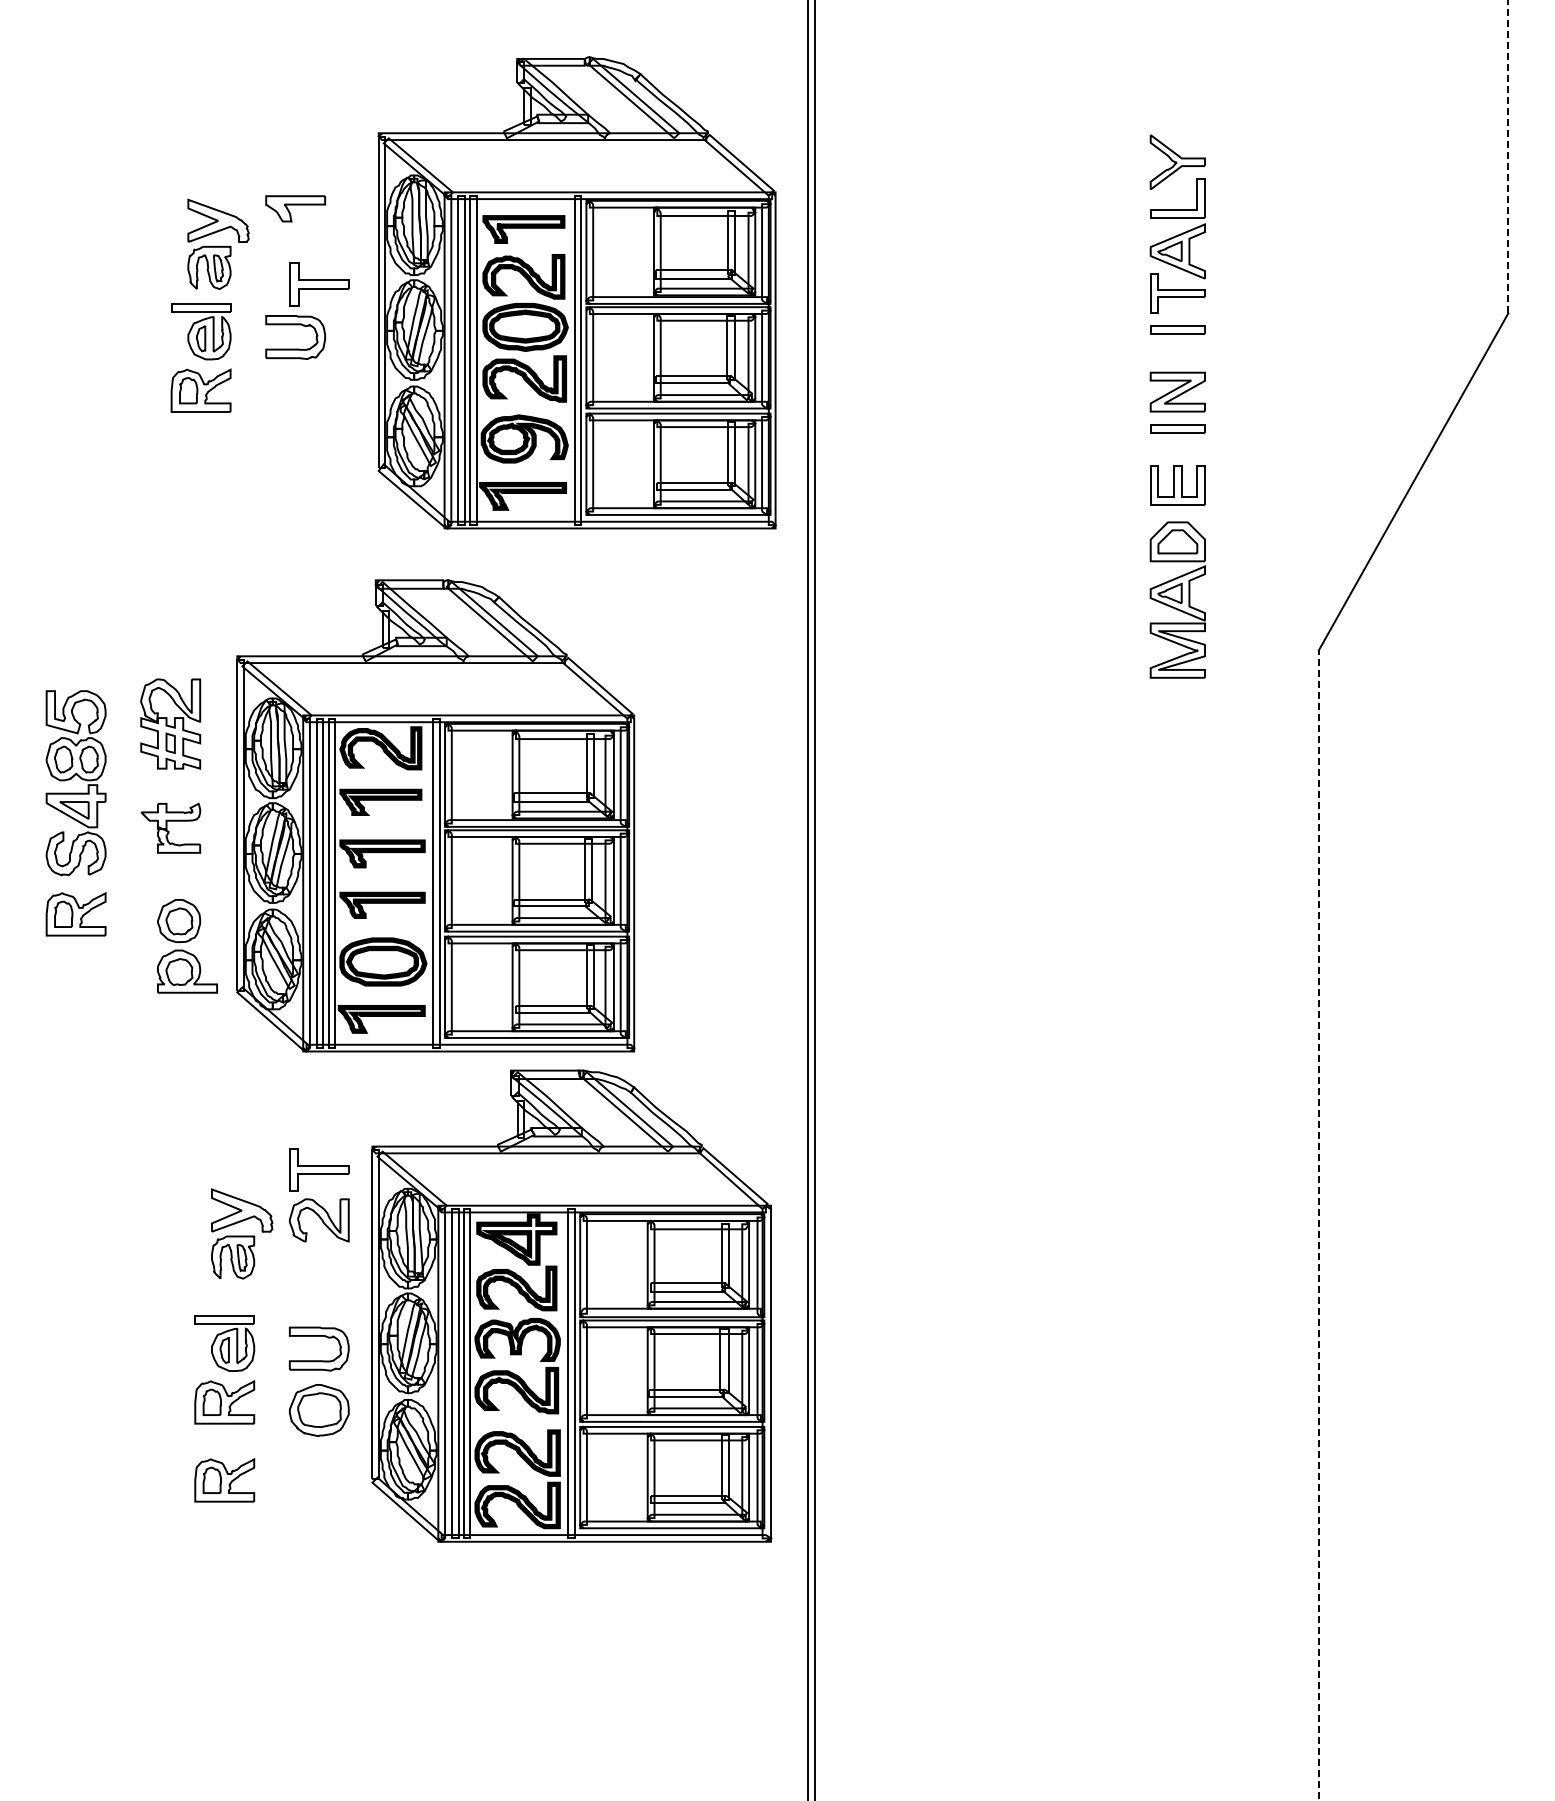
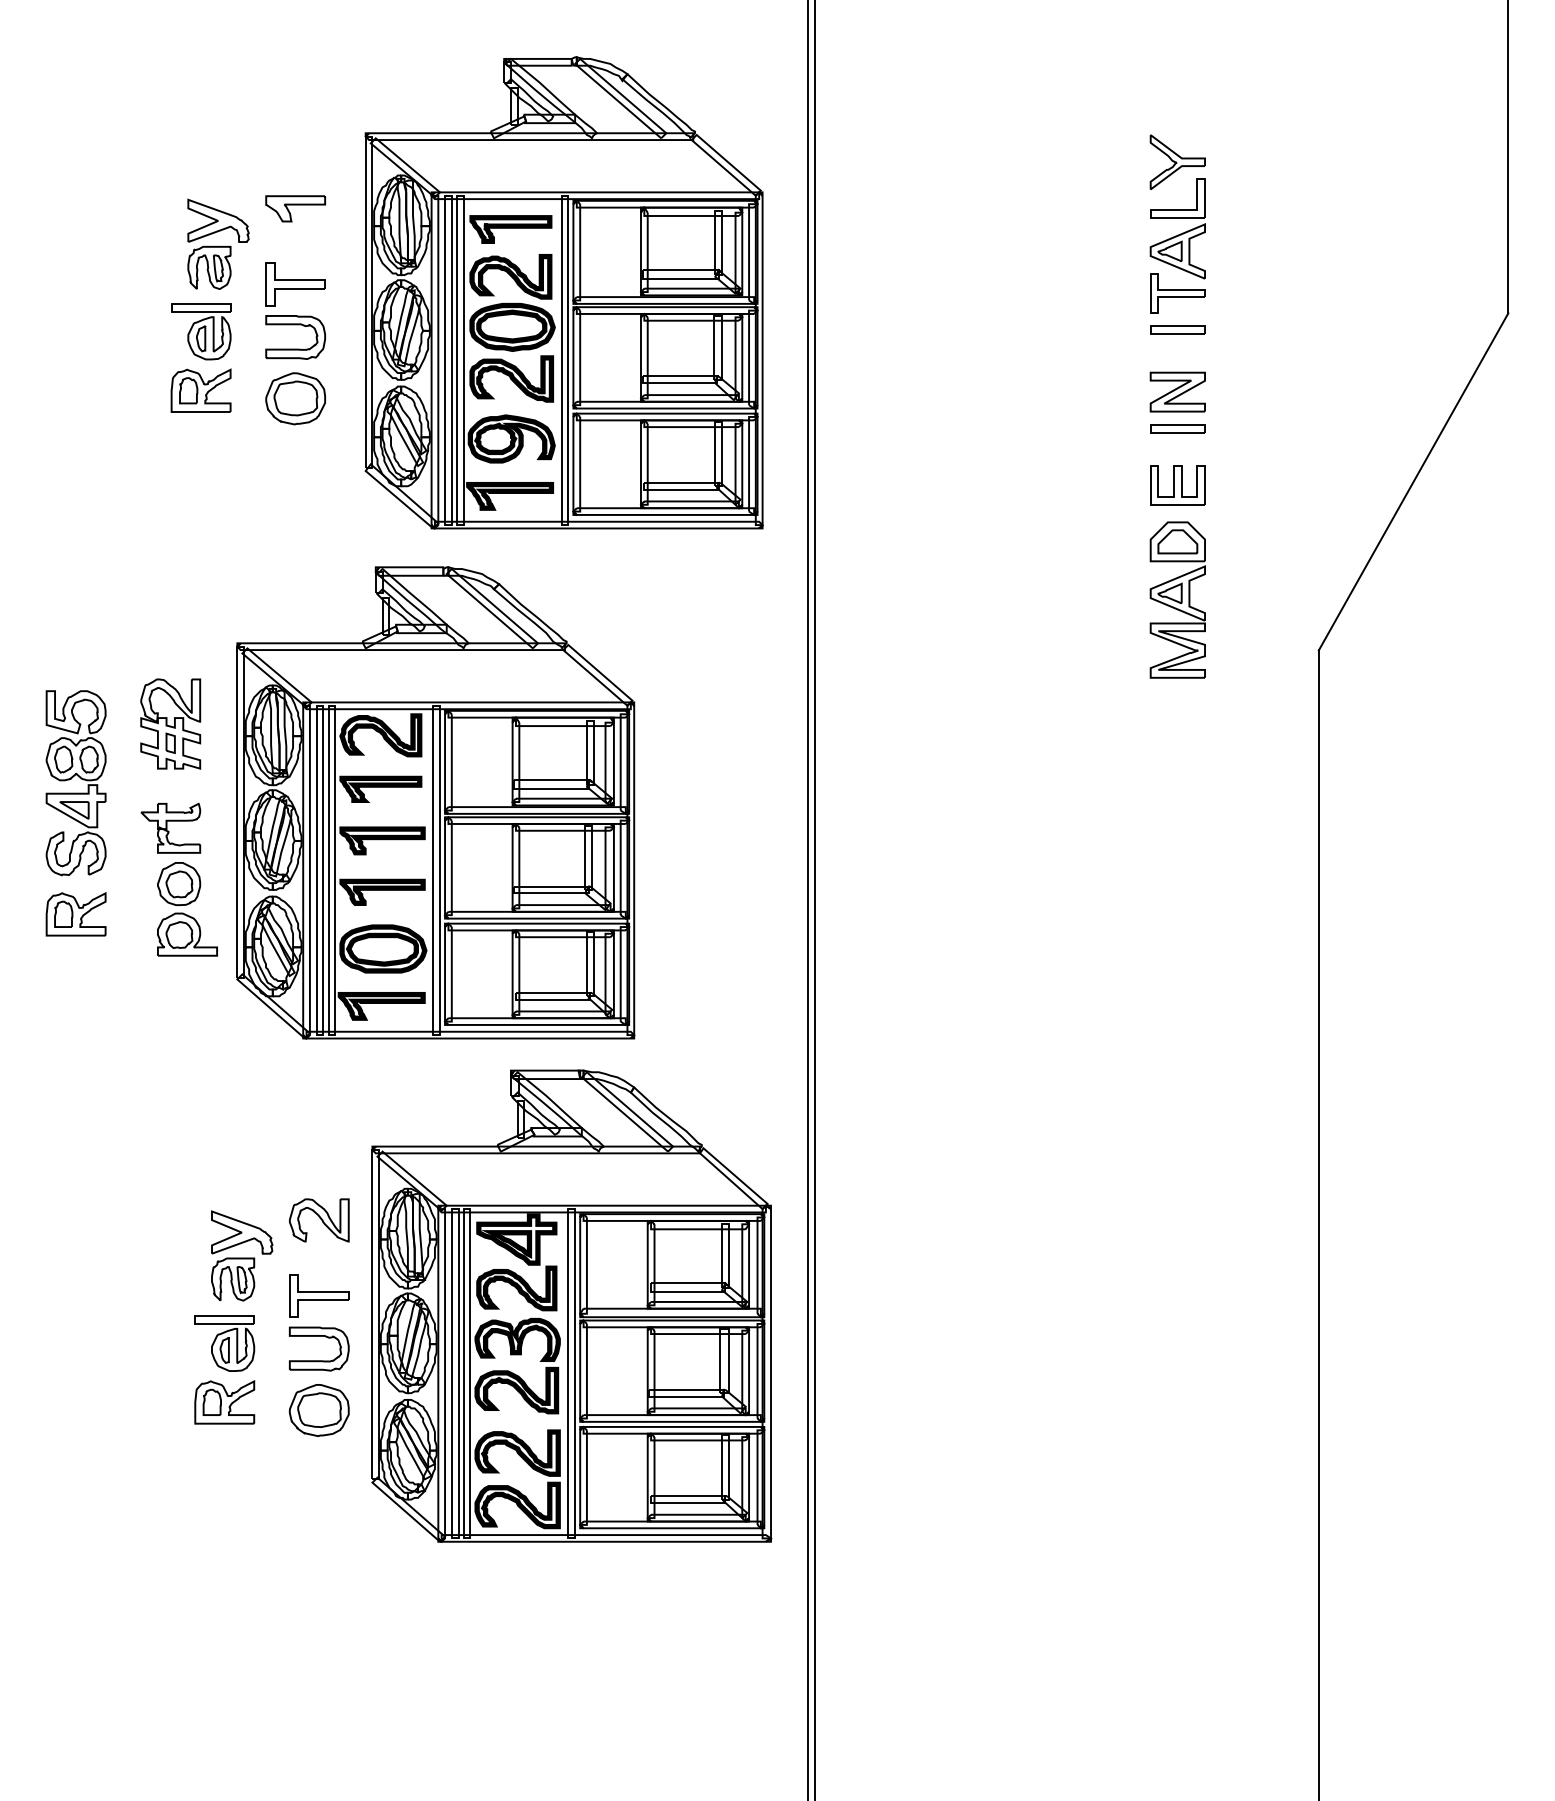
line at (1508, 156): dashed -> solid
part at (319, 284) position: (319, 284) -> (295, 284)
part at (576, 292) position: (576, 292) -> (563, 292)
part at (295, 398): none -> present
part at (435, 815) position: (435, 815) -> (435, 802)
part at (187, 946) position: (187, 946) -> (187, 909)
part at (319, 1169) position: (319, 1169) -> (319, 1295)
line at (1318, 1225): dashed -> solid
part at (242, 1233) position: (242, 1233) -> (242, 1255)
part at (224, 1480): present -> none
